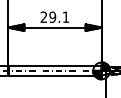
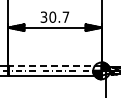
text at (54, 16): 29.1 -> 30.7
line at (55, 66): solid -> dashed
